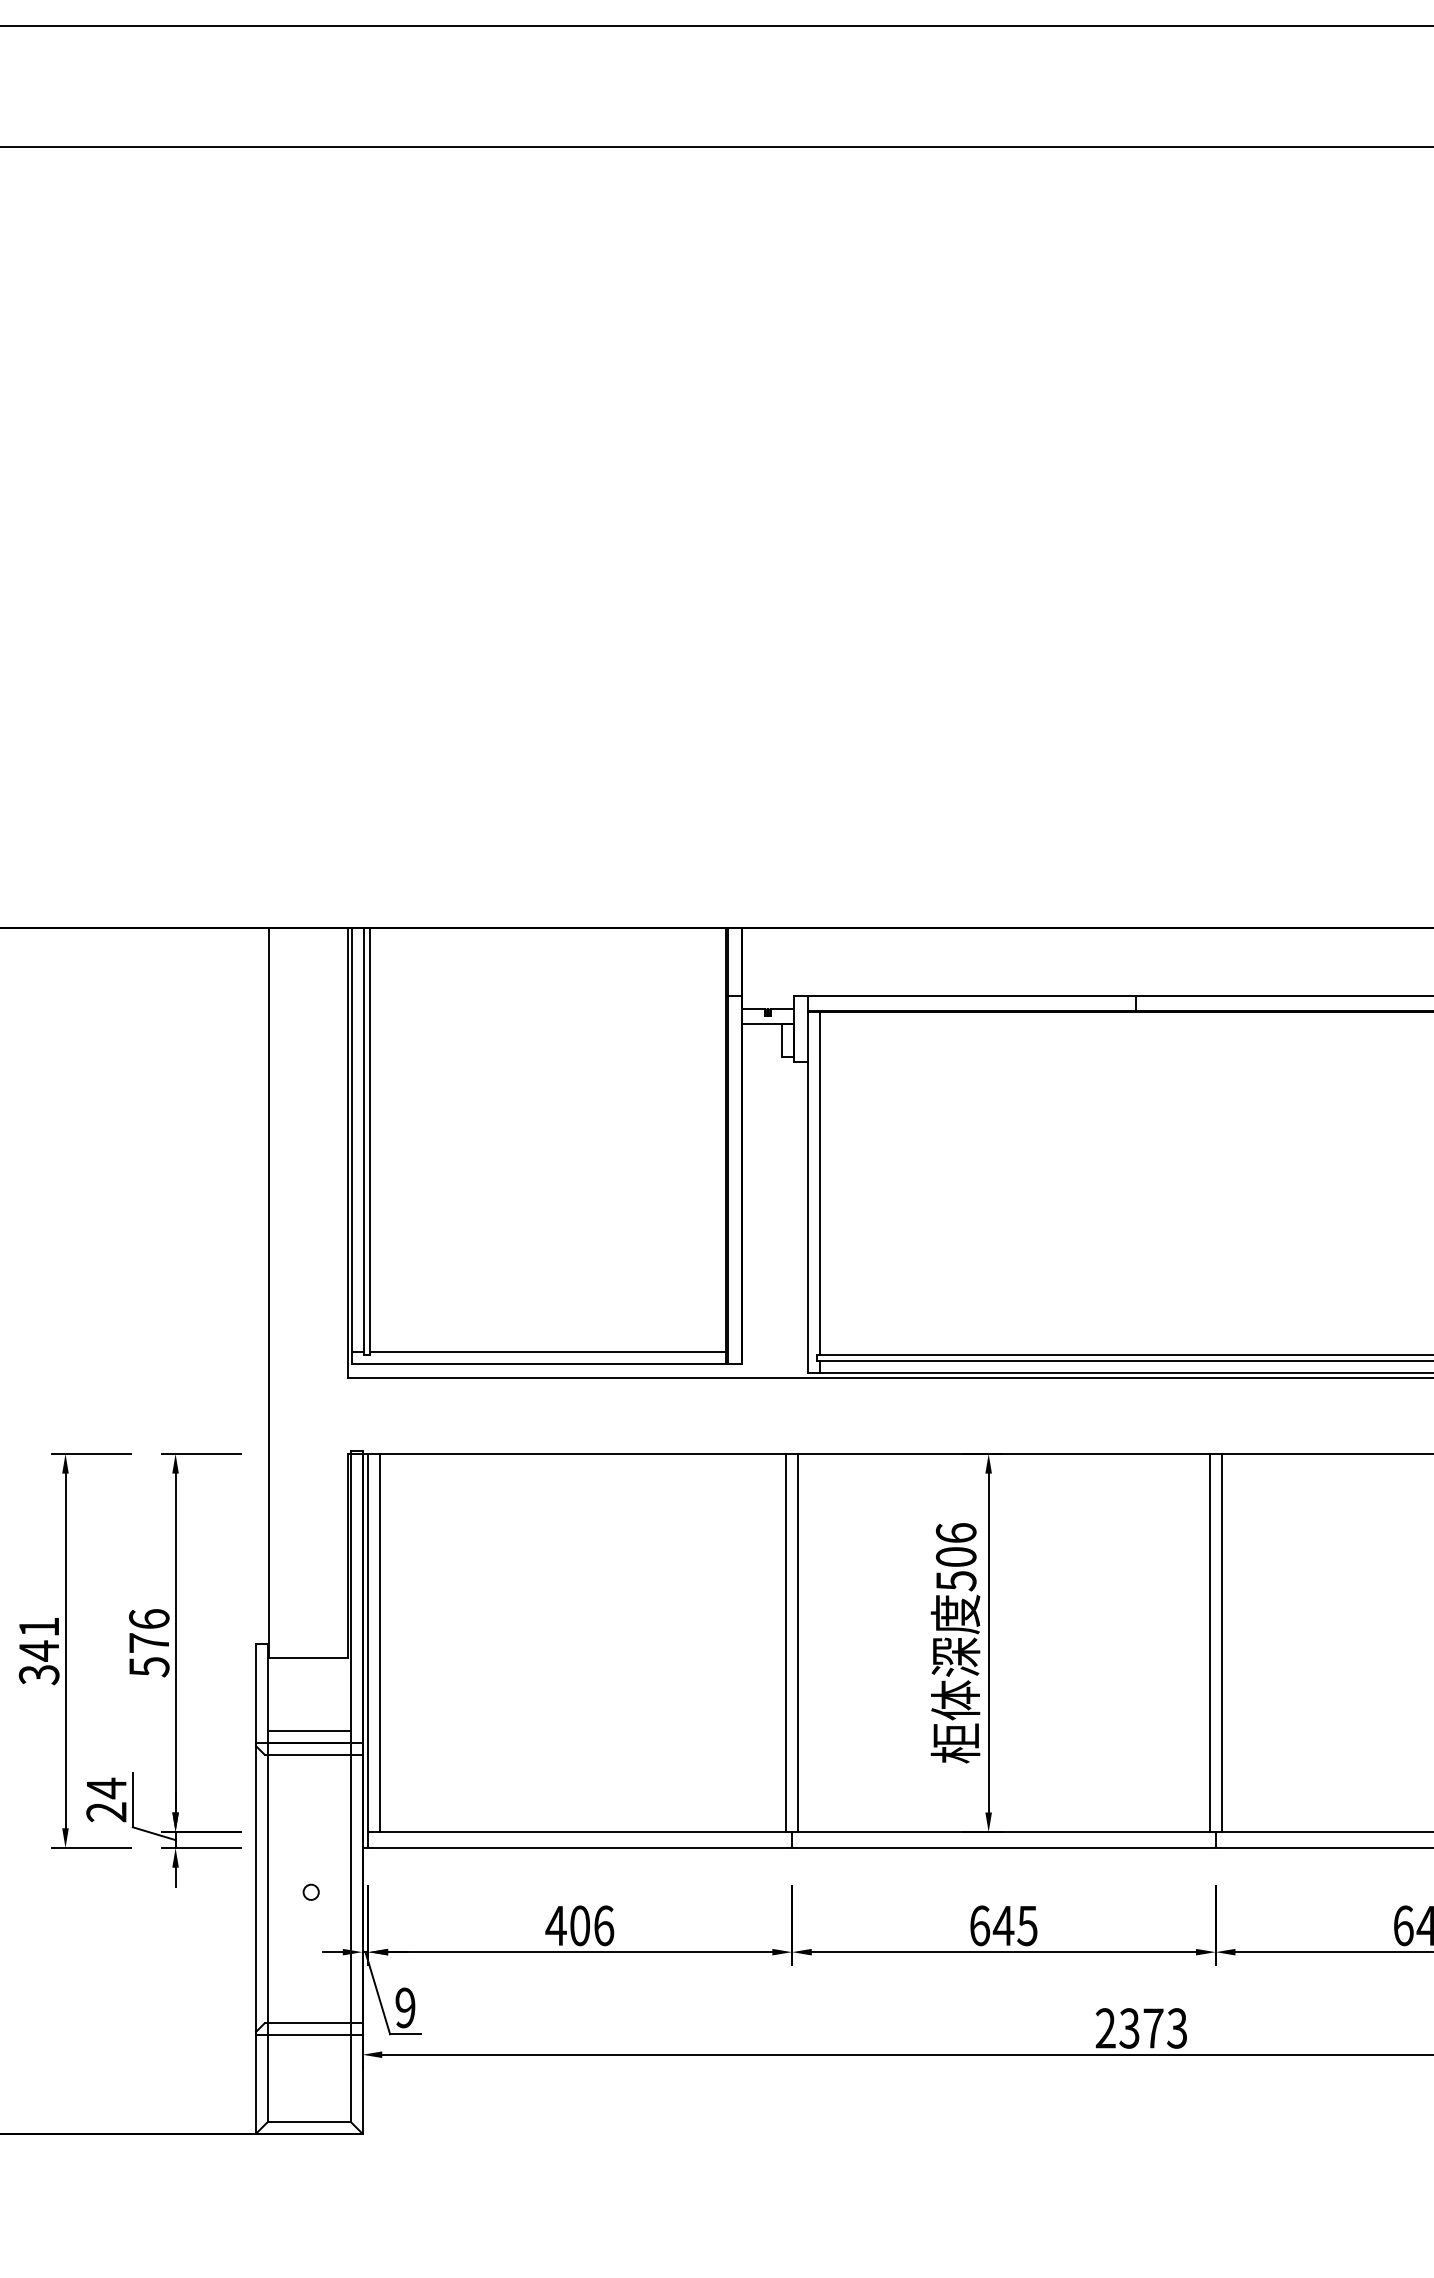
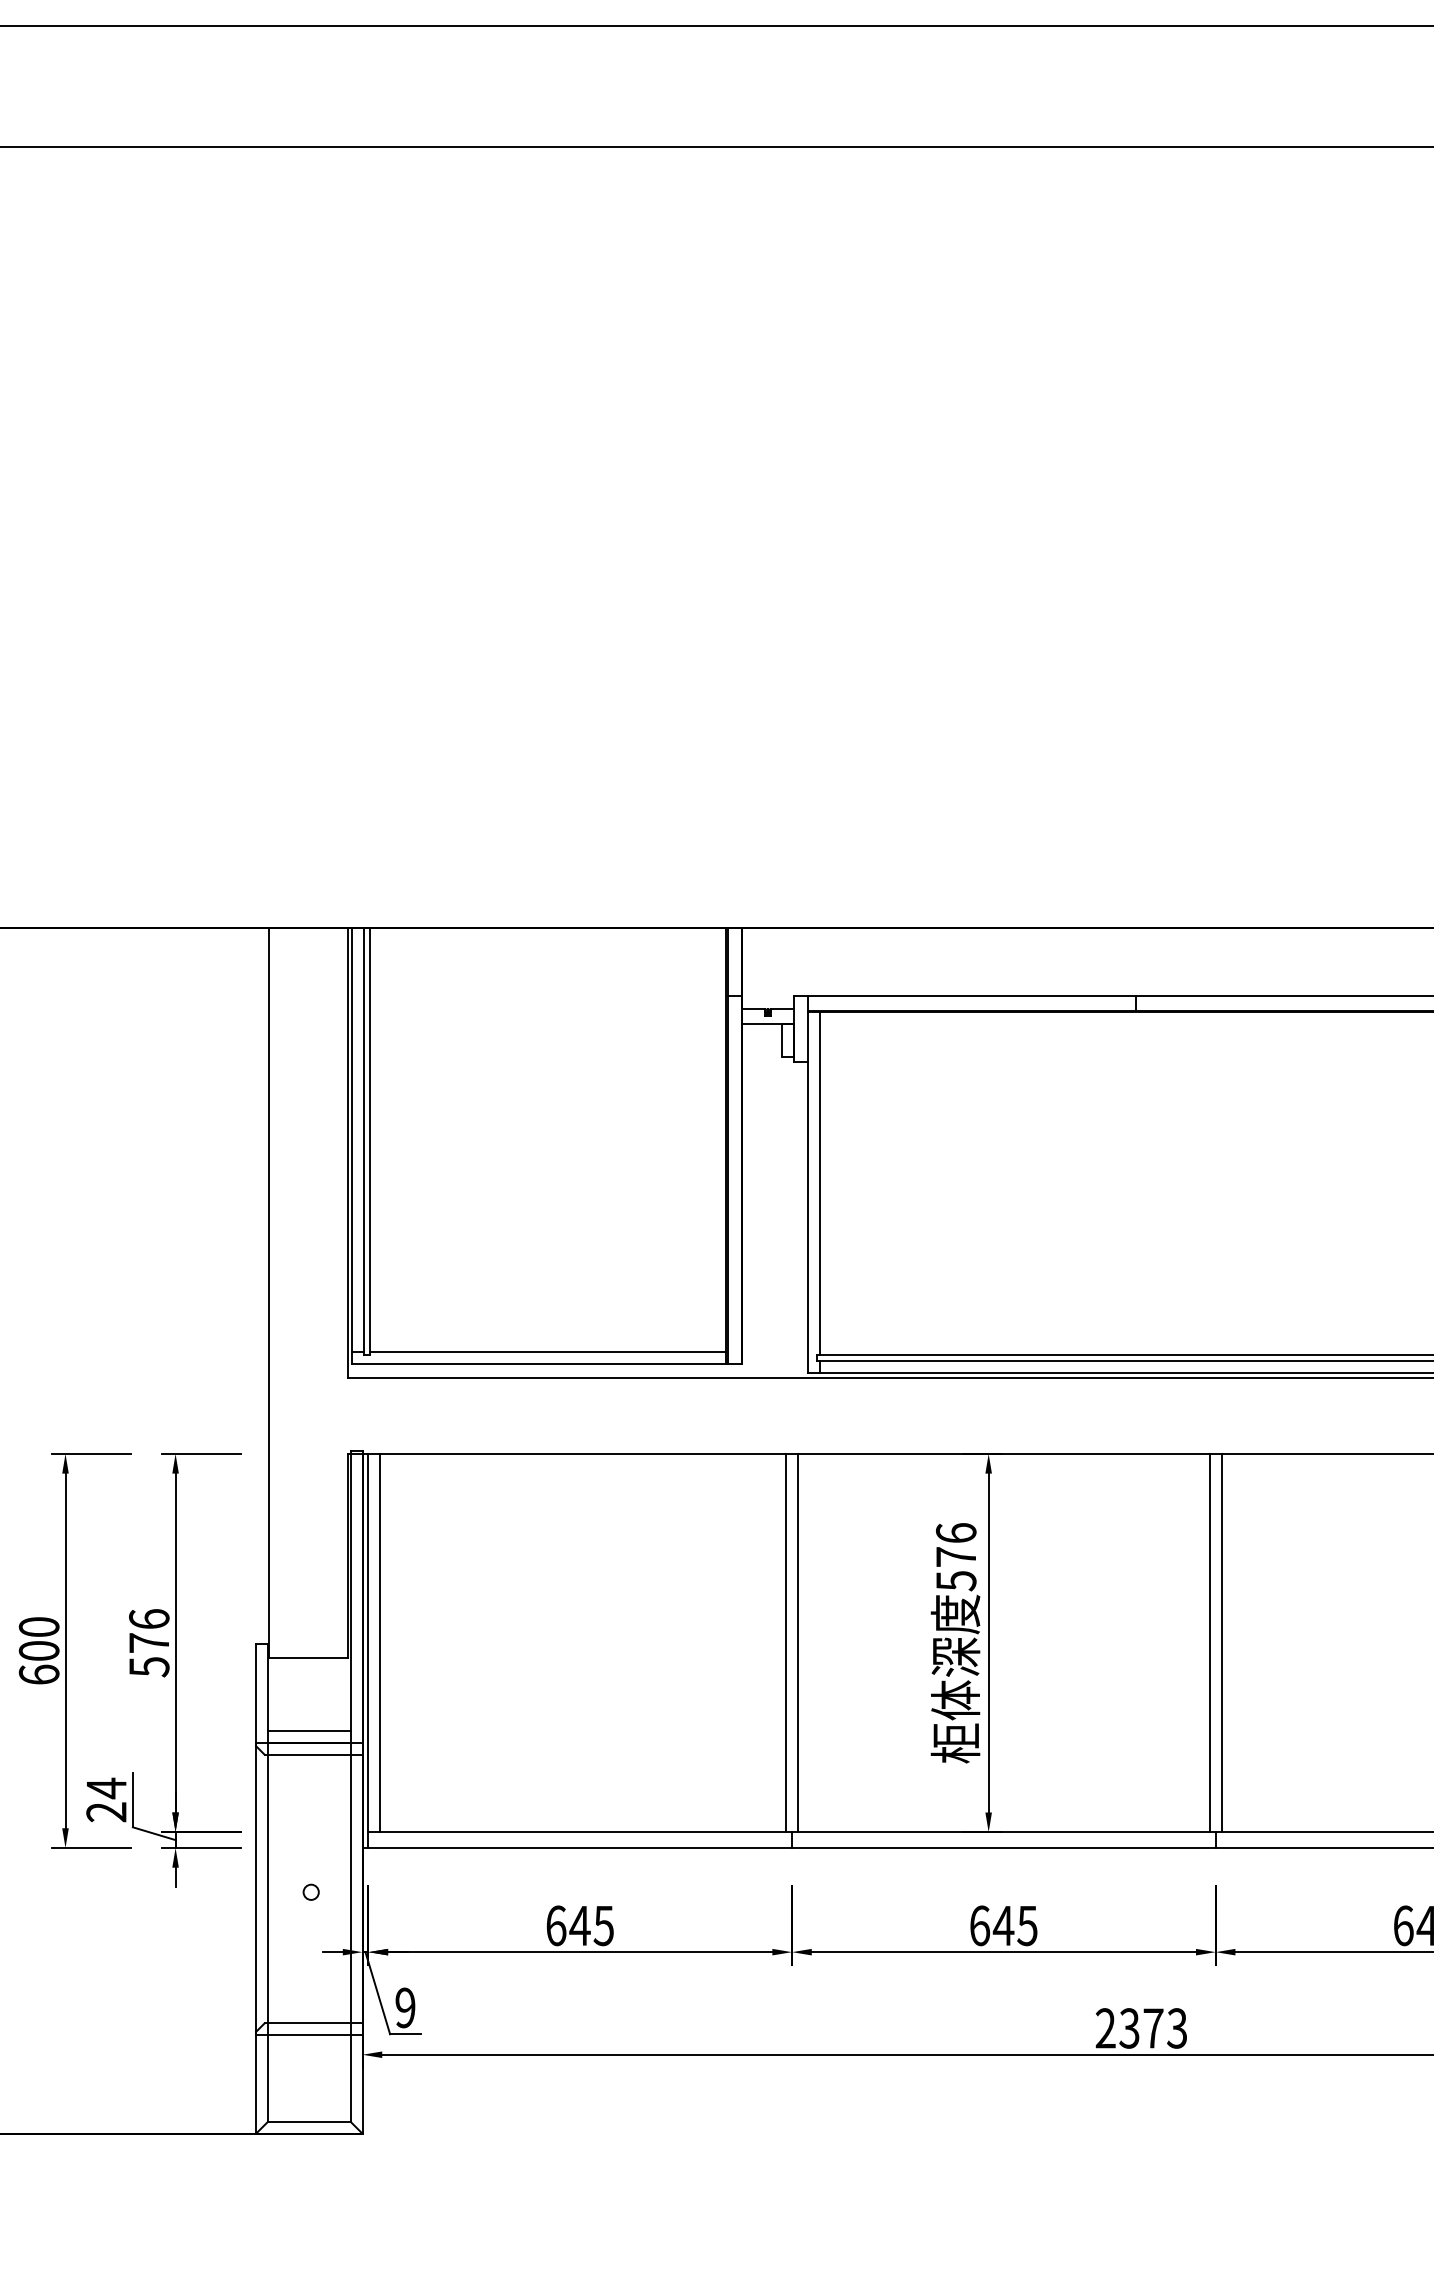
text at (956, 1556): 506 -> 576
text at (38, 1651): 341 -> 600
text at (579, 1925): 406 -> 645
